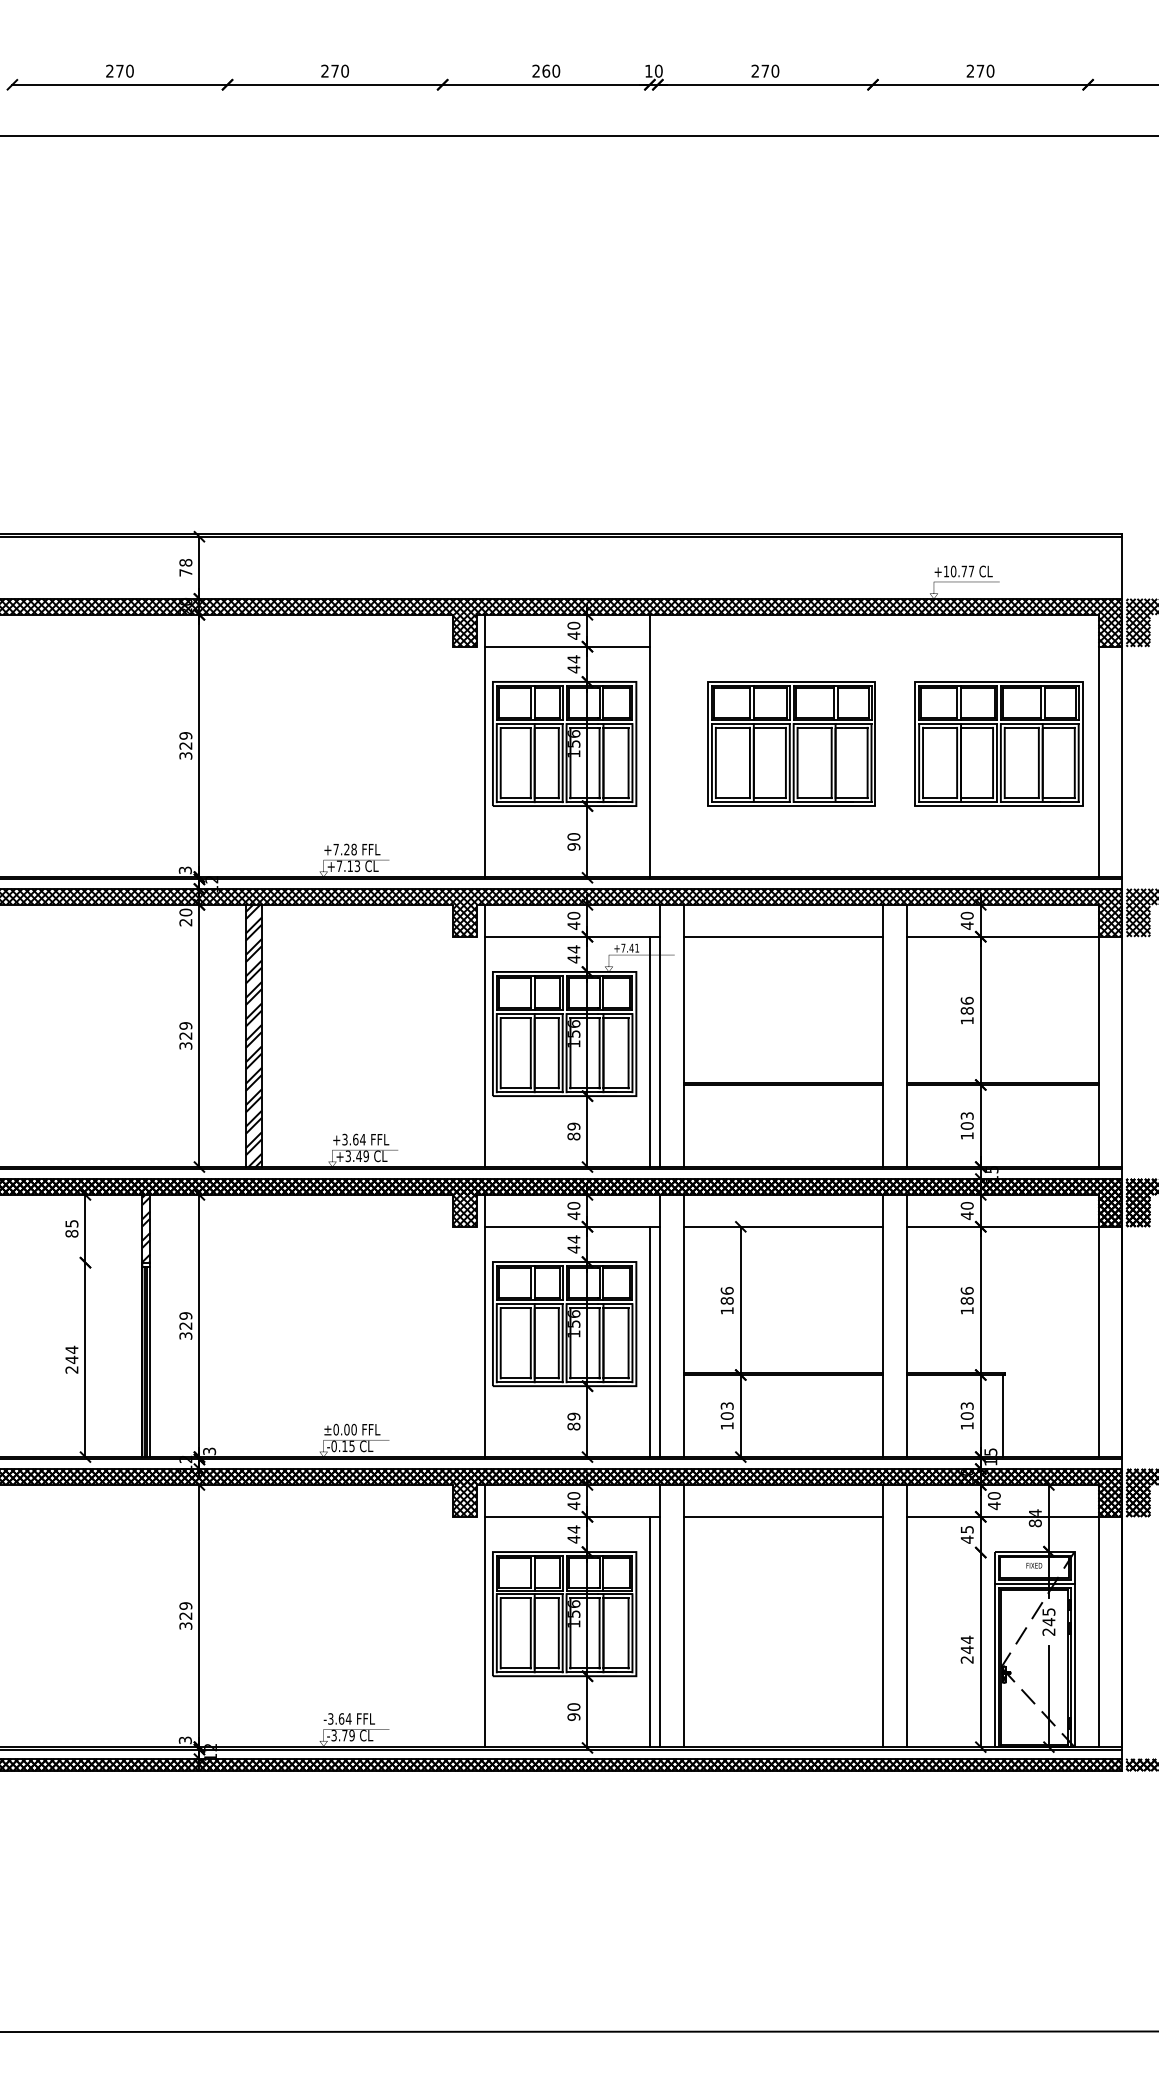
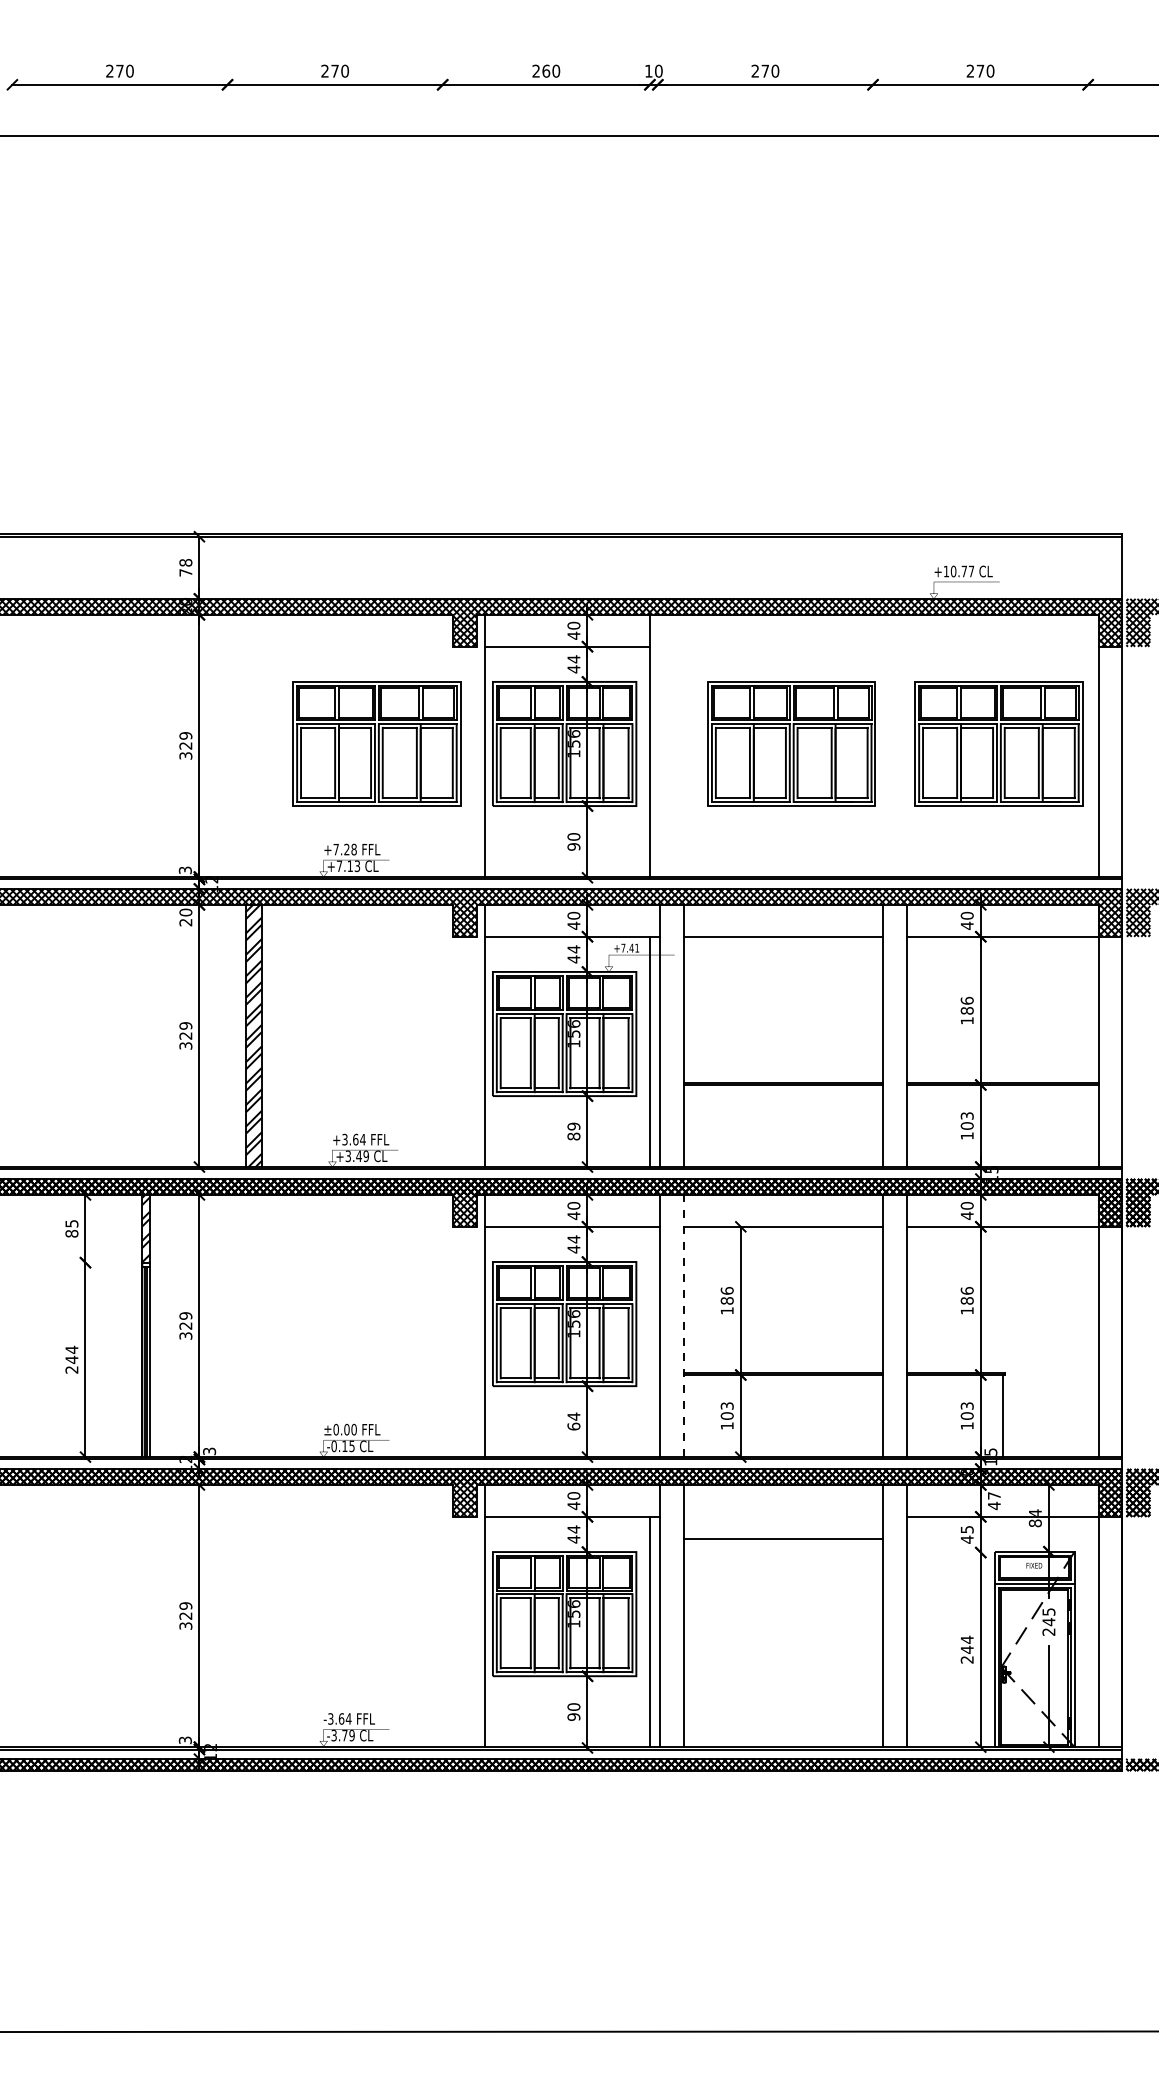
part at (376, 743): none -> present
line at (684, 1325): solid -> dashed
line at (649, 1341): present -> none
text at (573, 1421): 89 -> 64
text at (993, 1495): 40 -> 47
line at (783, 1516) position: (783, 1516) -> (783, 1538)
